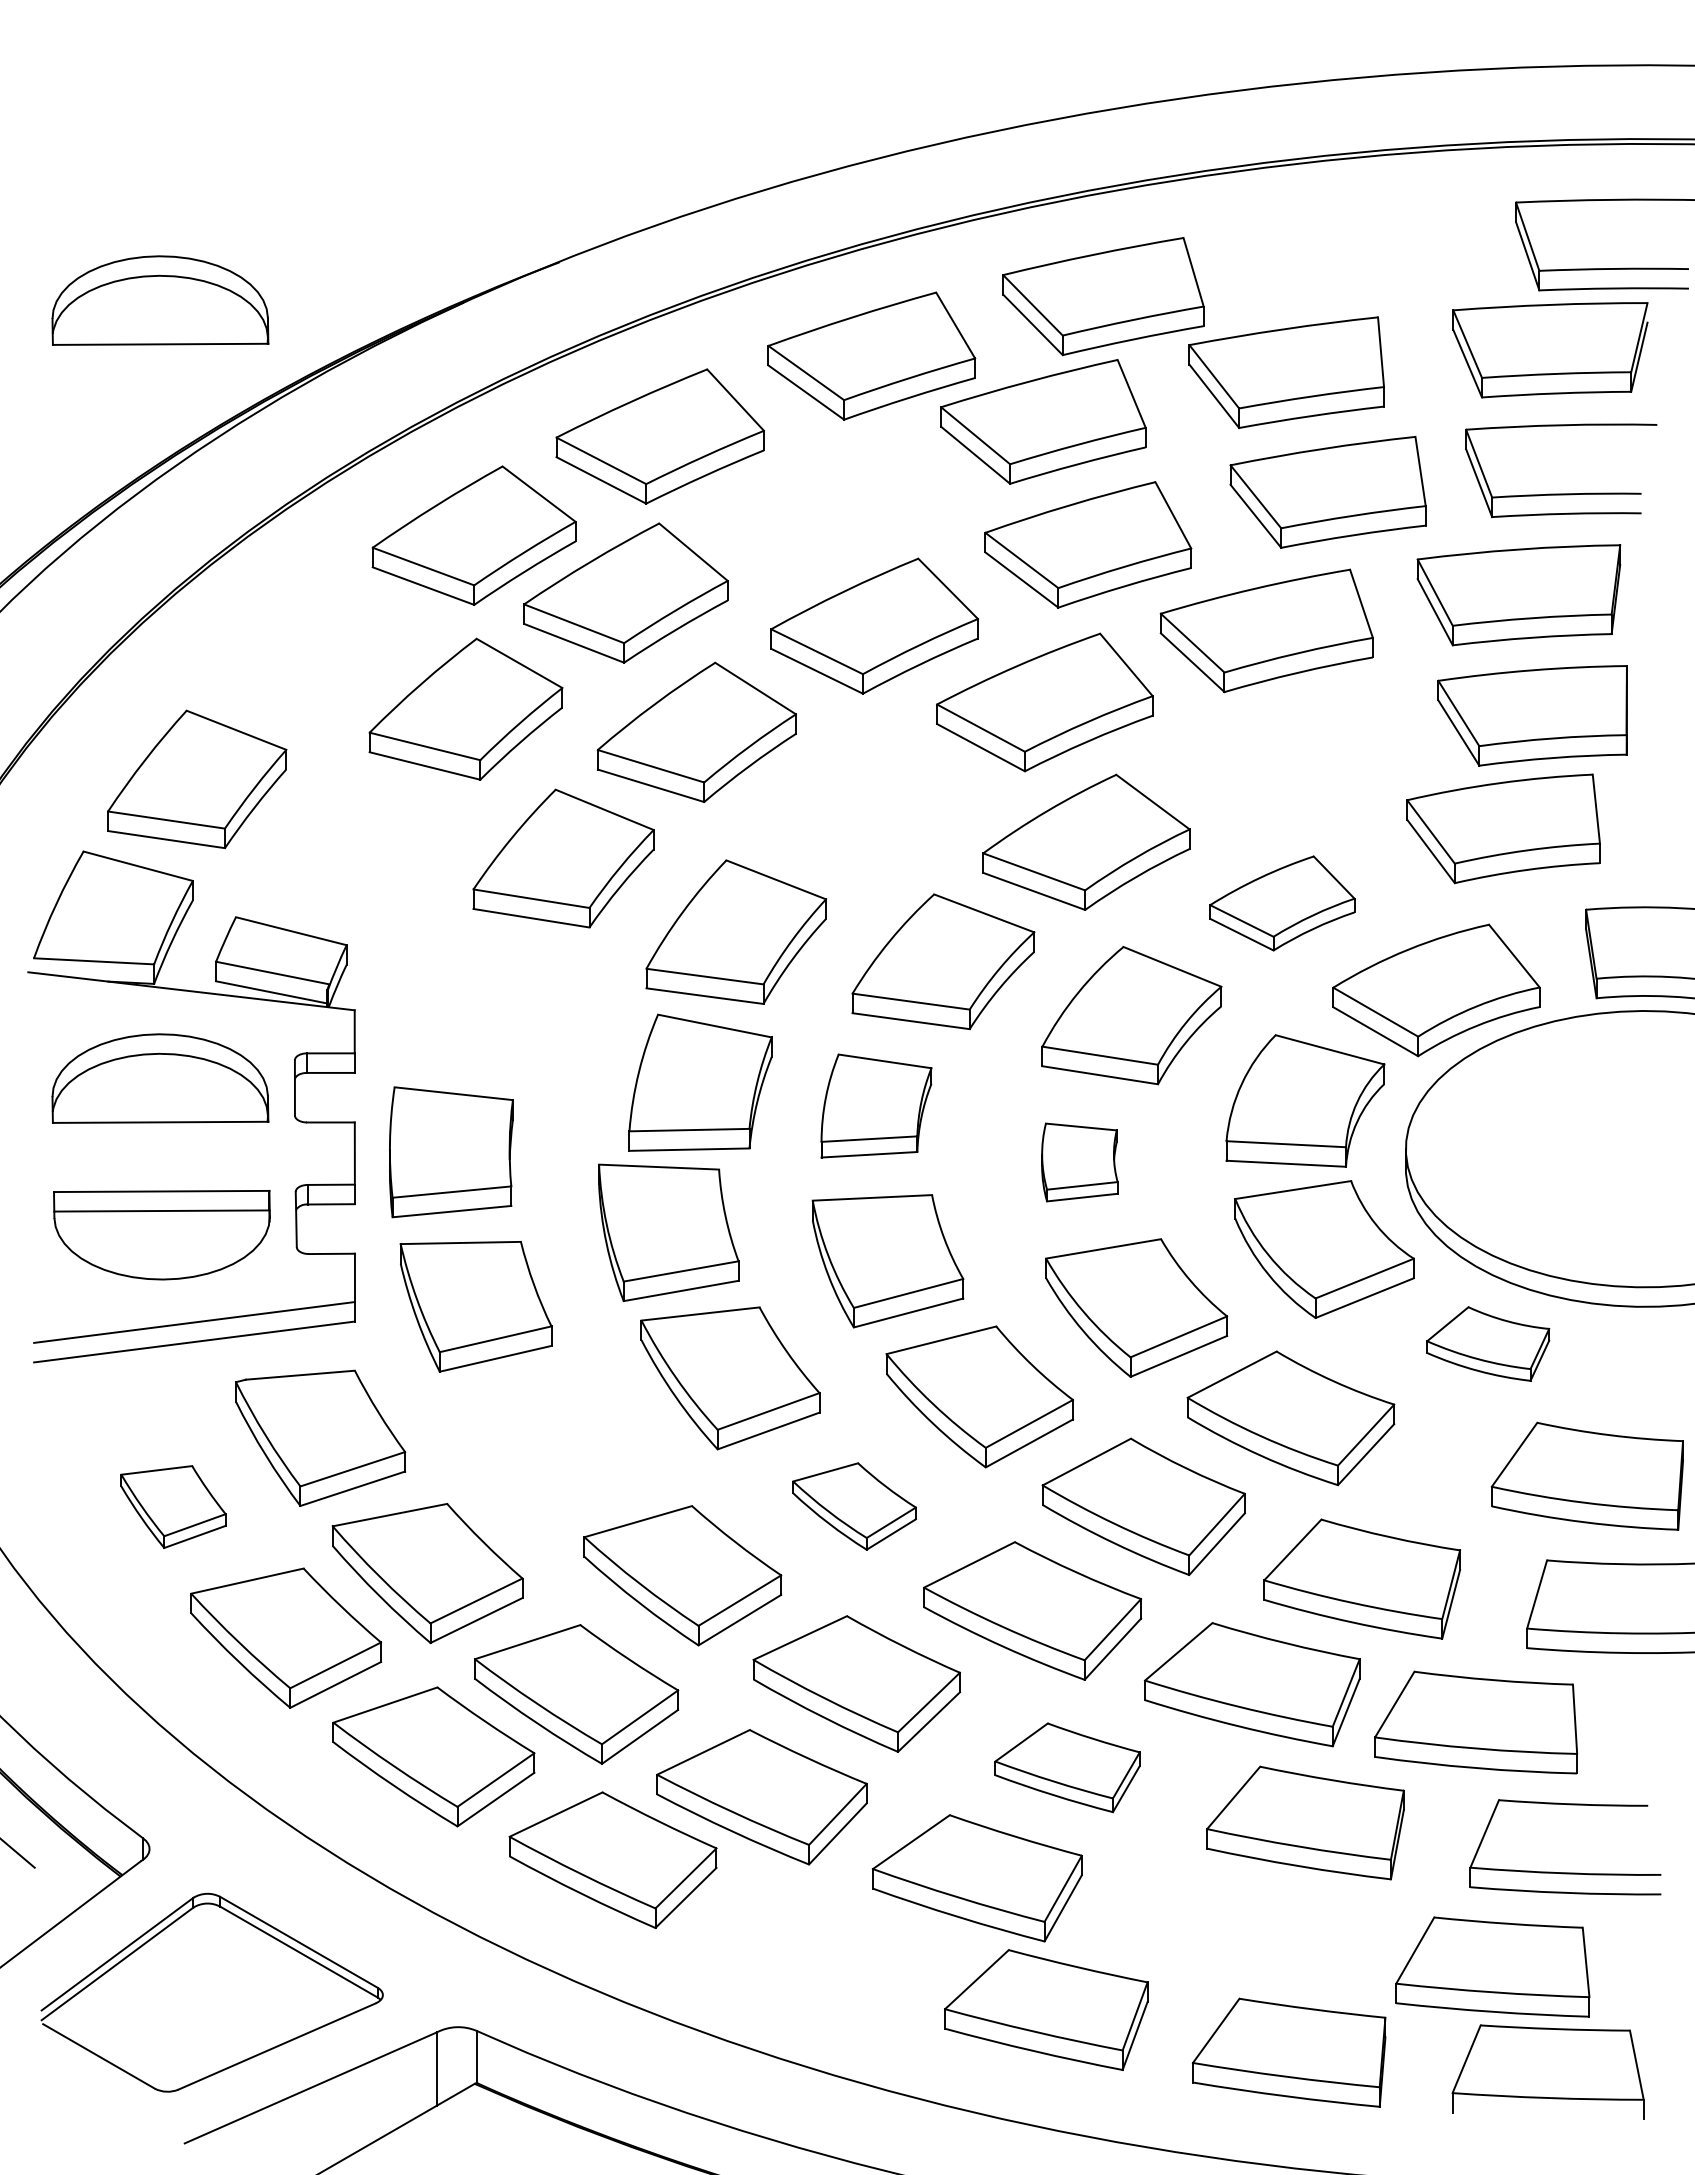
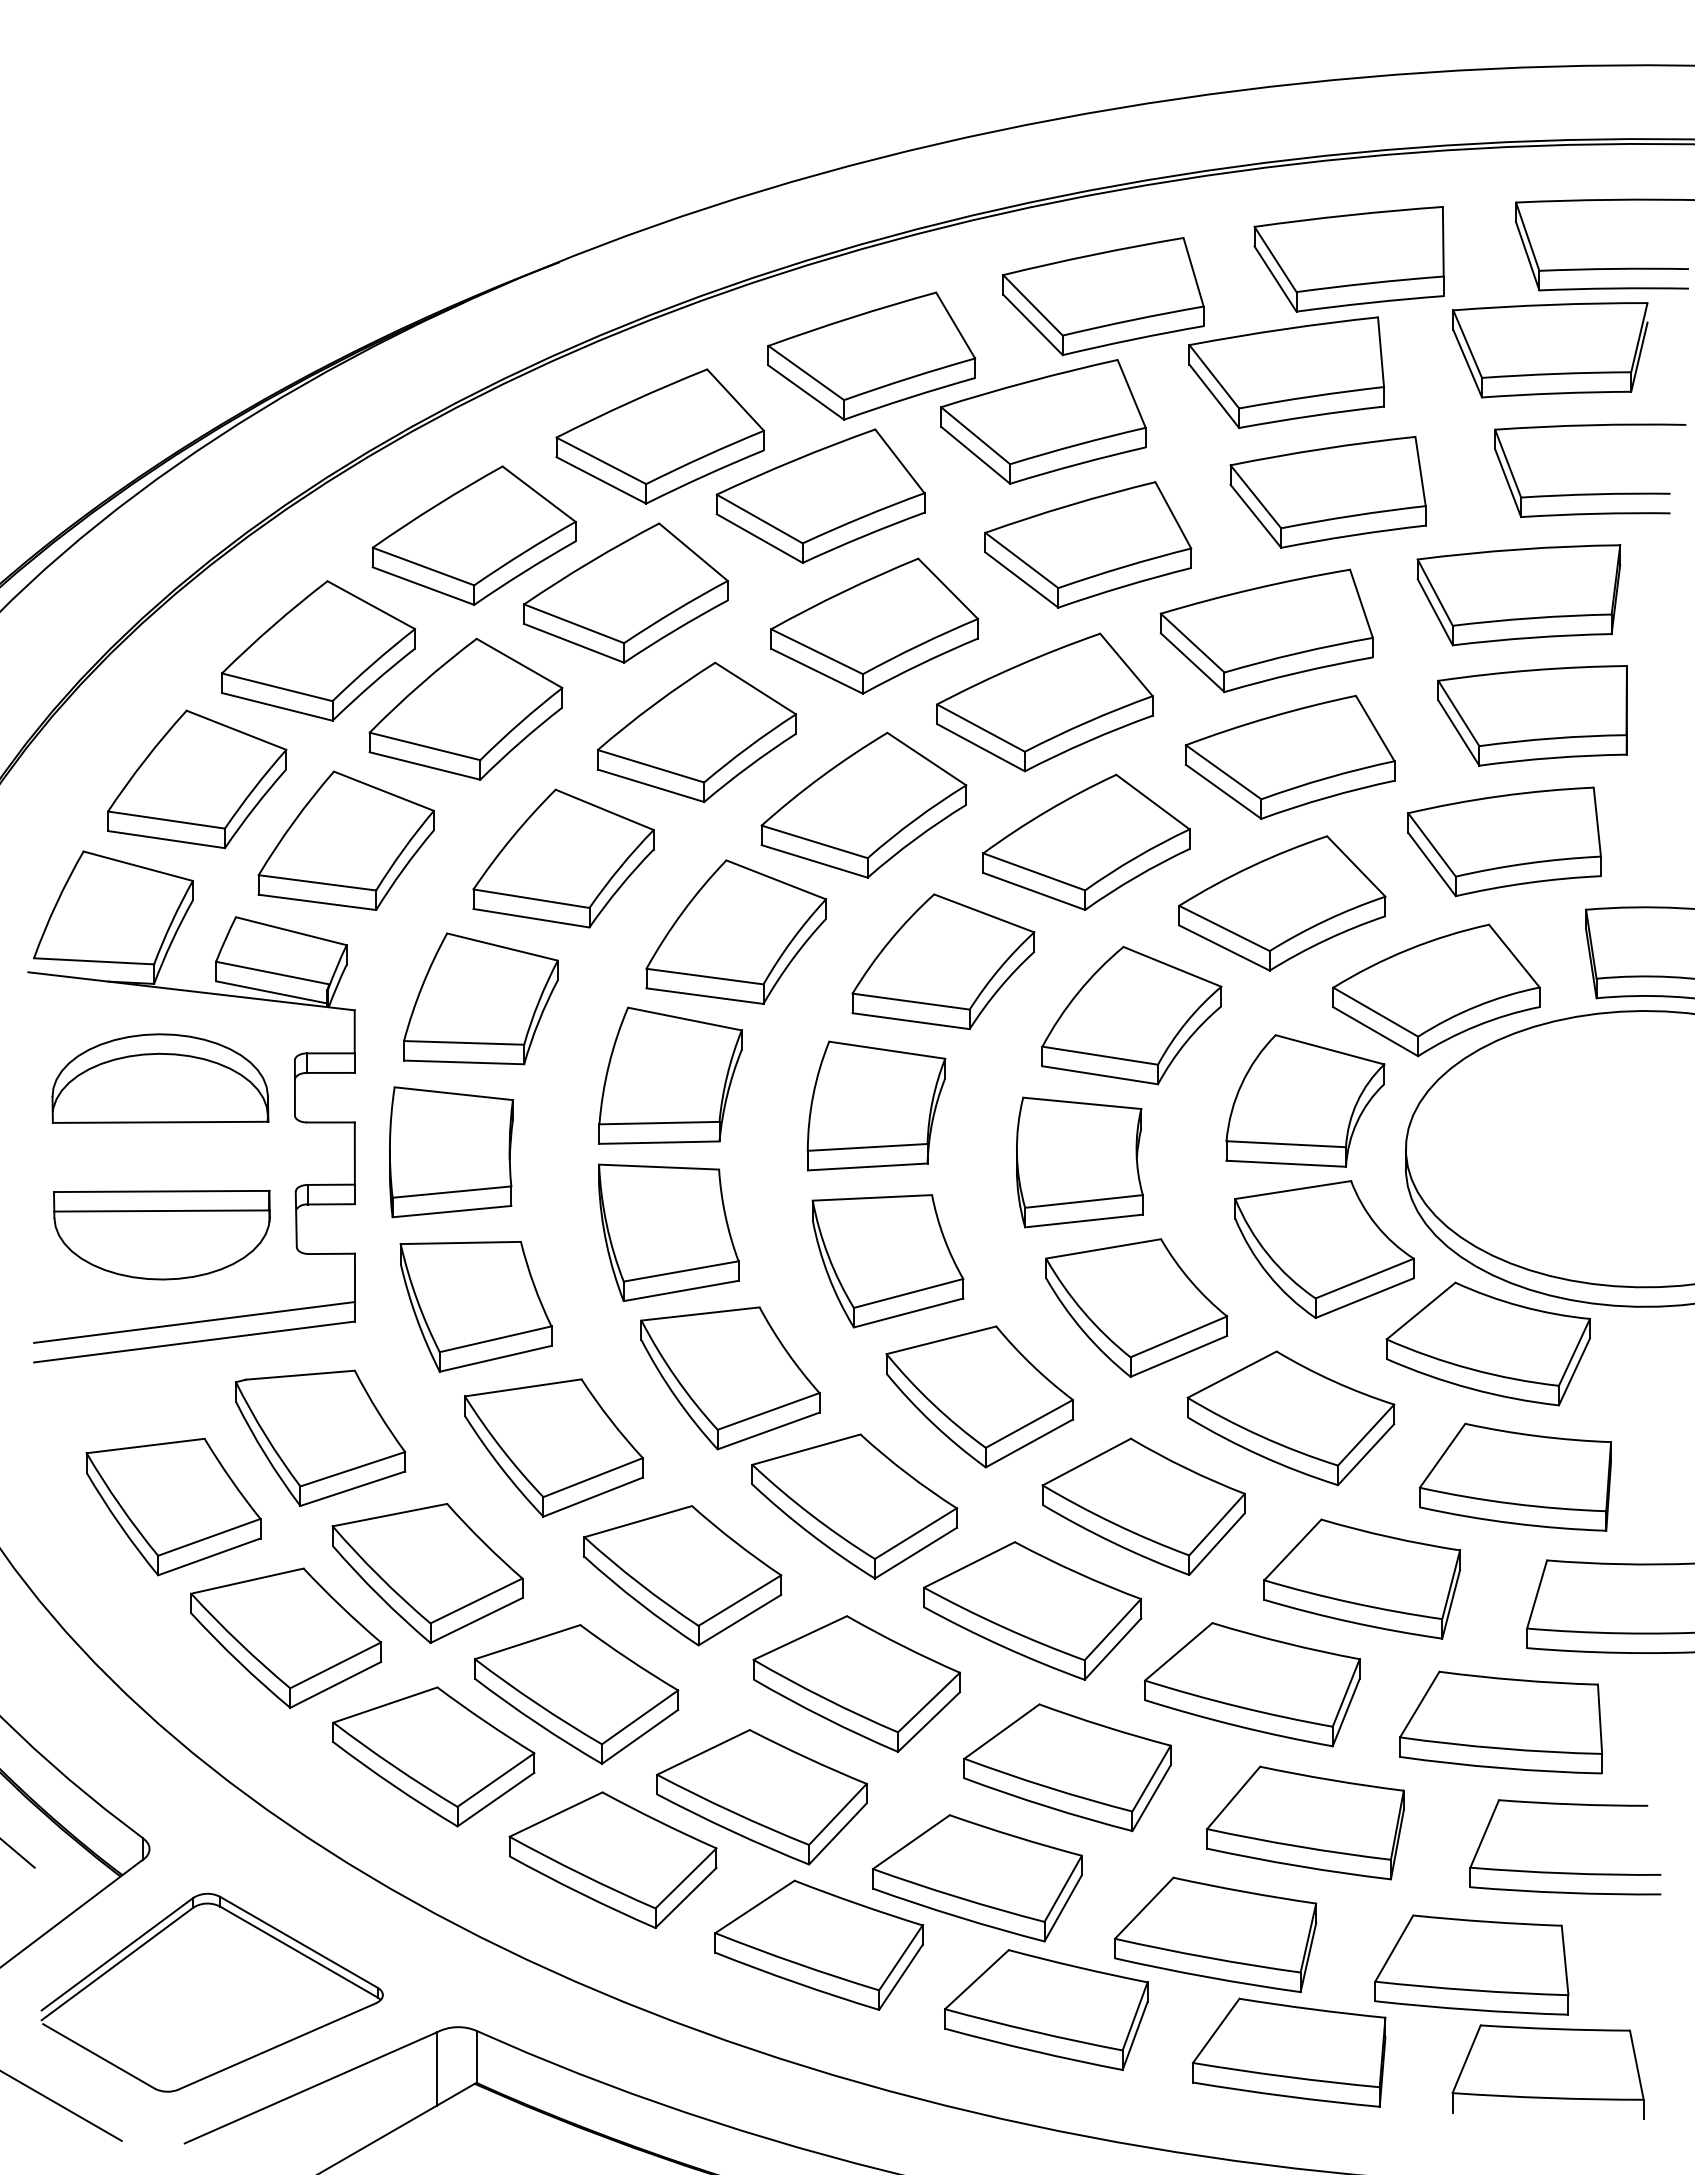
part at (1348, 259): none -> present
part at (160, 300): present -> none
part at (1561, 493) position: (1561, 493) -> (1590, 493)
part at (820, 495): none -> present
part at (318, 650): none -> present
part at (1289, 756): none -> present
part at (863, 804): none -> present
part at (1503, 828) position: (1503, 828) -> (1504, 841)
part at (345, 840): none -> present
part at (1282, 903) size: 147x97 px -> 209x137 px
part at (480, 998): none -> present
part at (700, 1082) position: (700, 1082) -> (670, 1075)
part at (876, 1105) size: 113x106 px -> 141x132 px
part at (1079, 1162) size: 78x81 px -> 128x133 px
part at (1488, 1343) size: 125x76 px -> 206x126 px
part at (553, 1447): none -> present
part at (1586, 1475) position: (1586, 1475) -> (1514, 1476)
part at (173, 1506) size: 107x84 px -> 177x140 px
part at (854, 1506) size: 125x89 px -> 207x147 px
part at (1476, 1722) position: (1476, 1722) -> (1501, 1722)
part at (1067, 1767) size: 147x92 px -> 209x130 px
part at (1215, 1934): none -> present
part at (818, 1944): none -> present
part at (1492, 1966) position: (1492, 1966) -> (1471, 1964)
line at (61, 2105): none -> present
